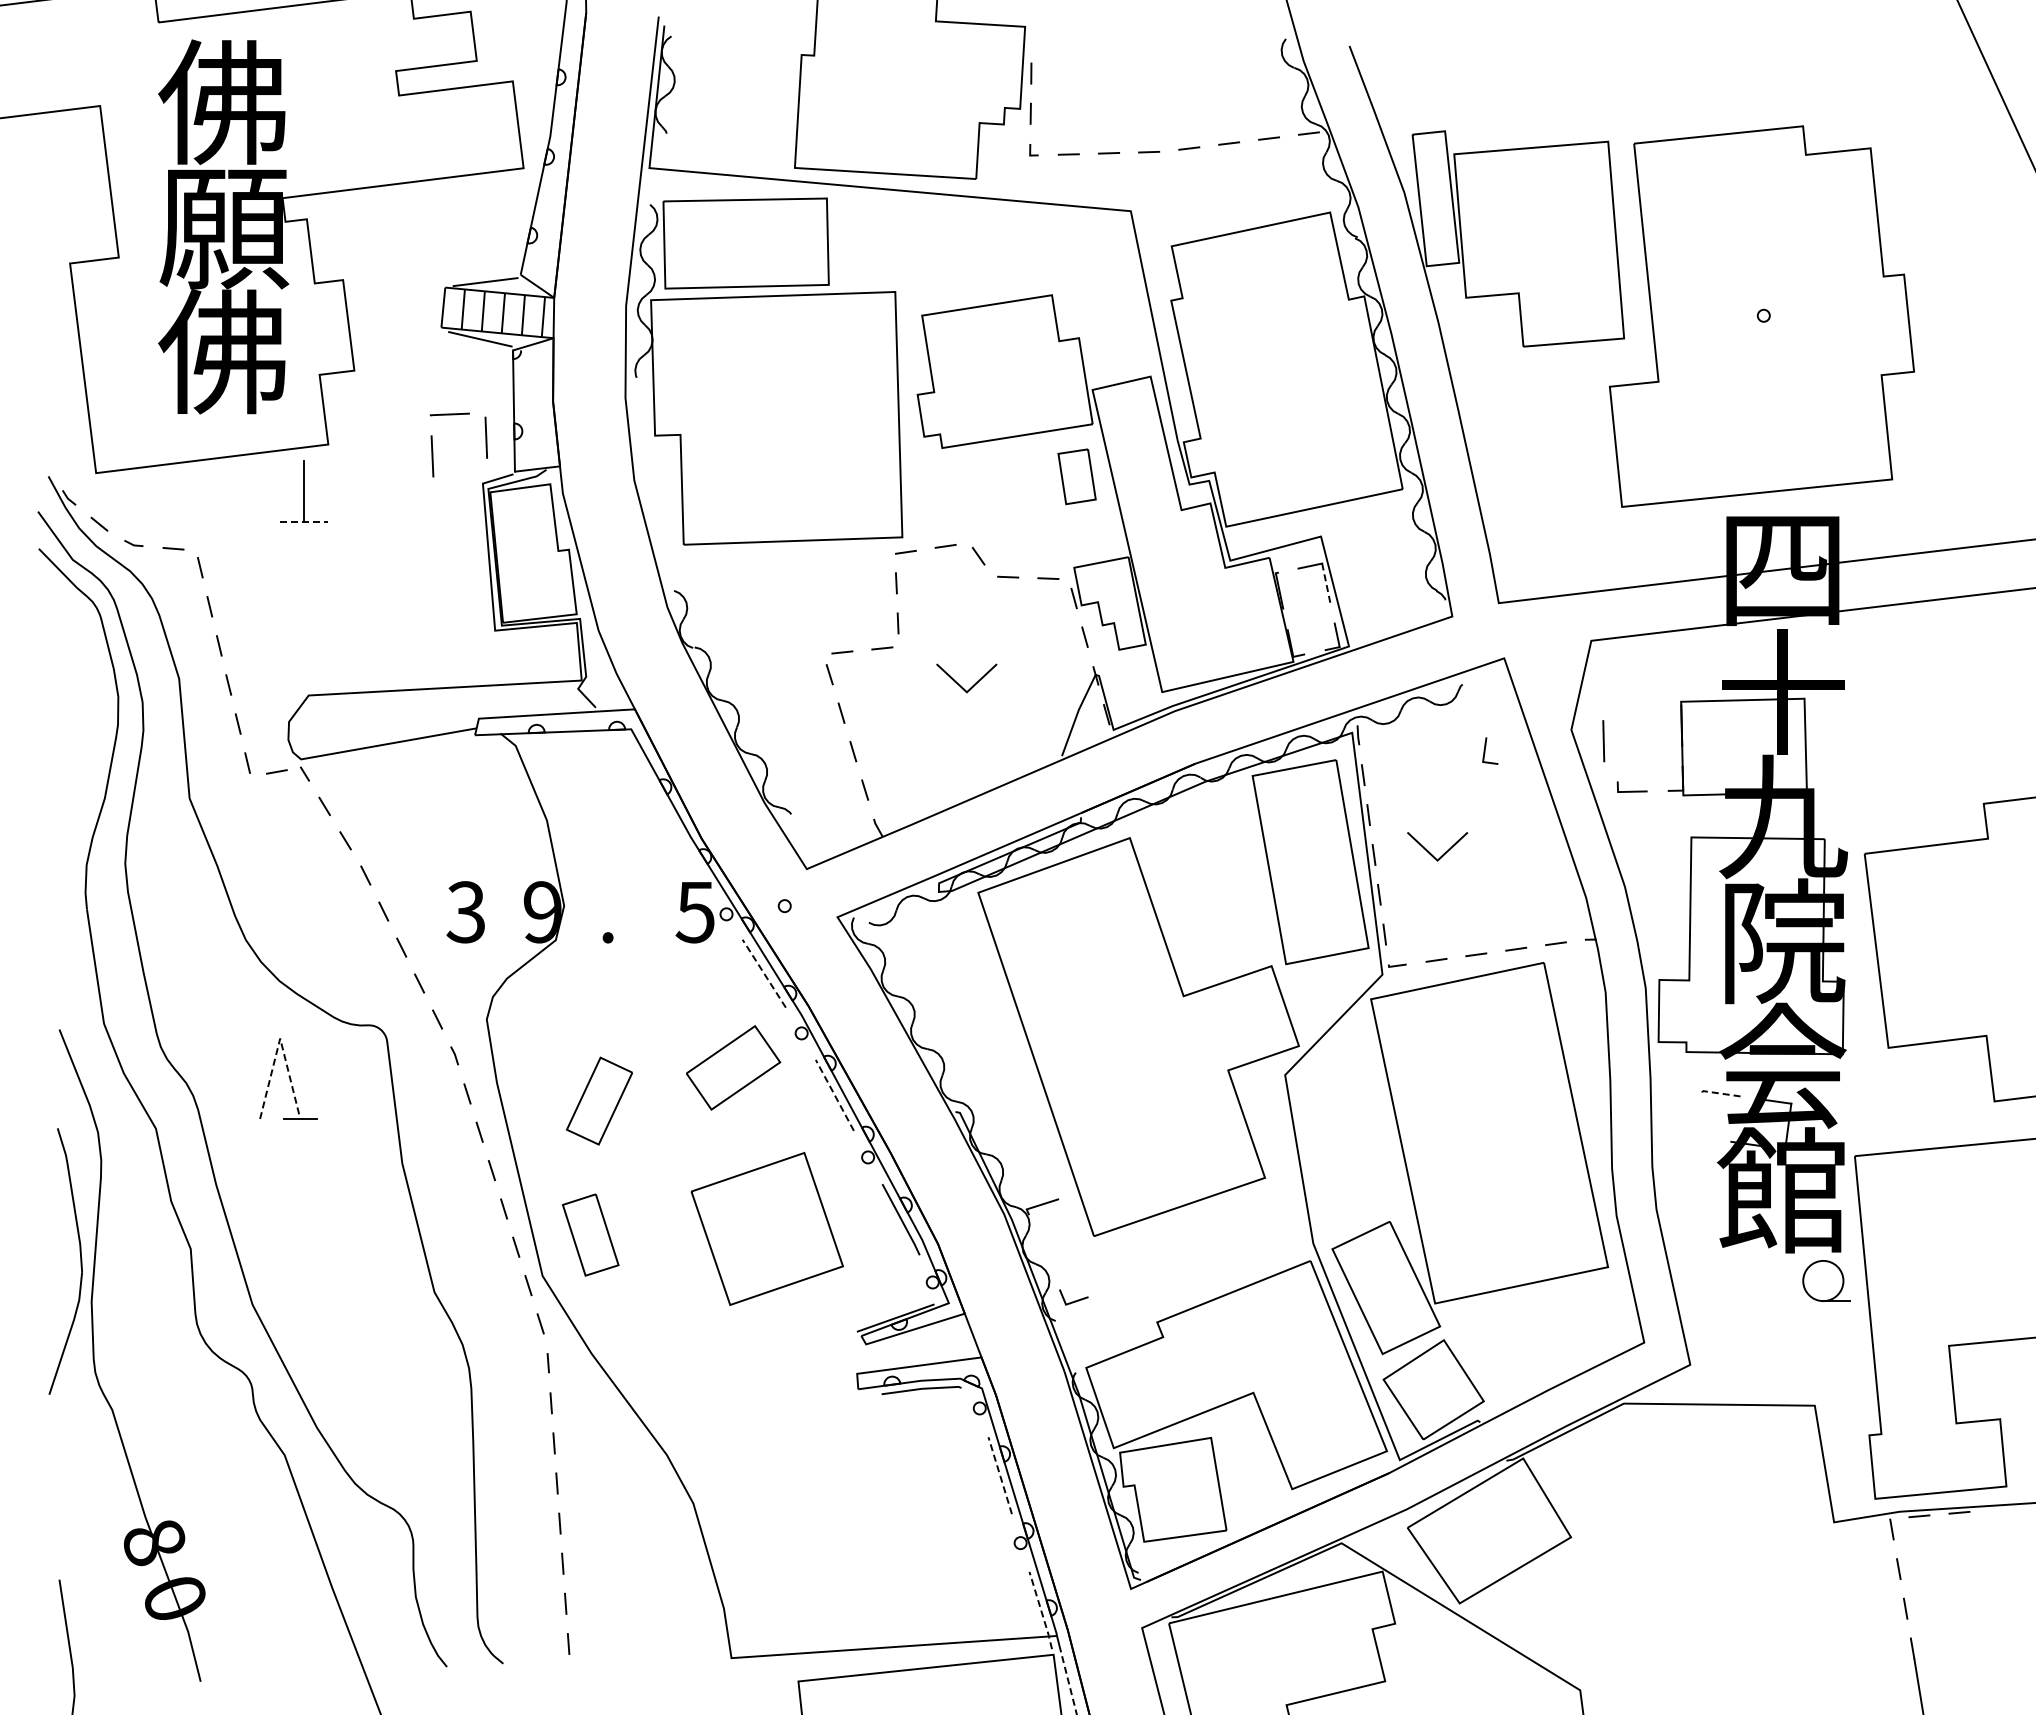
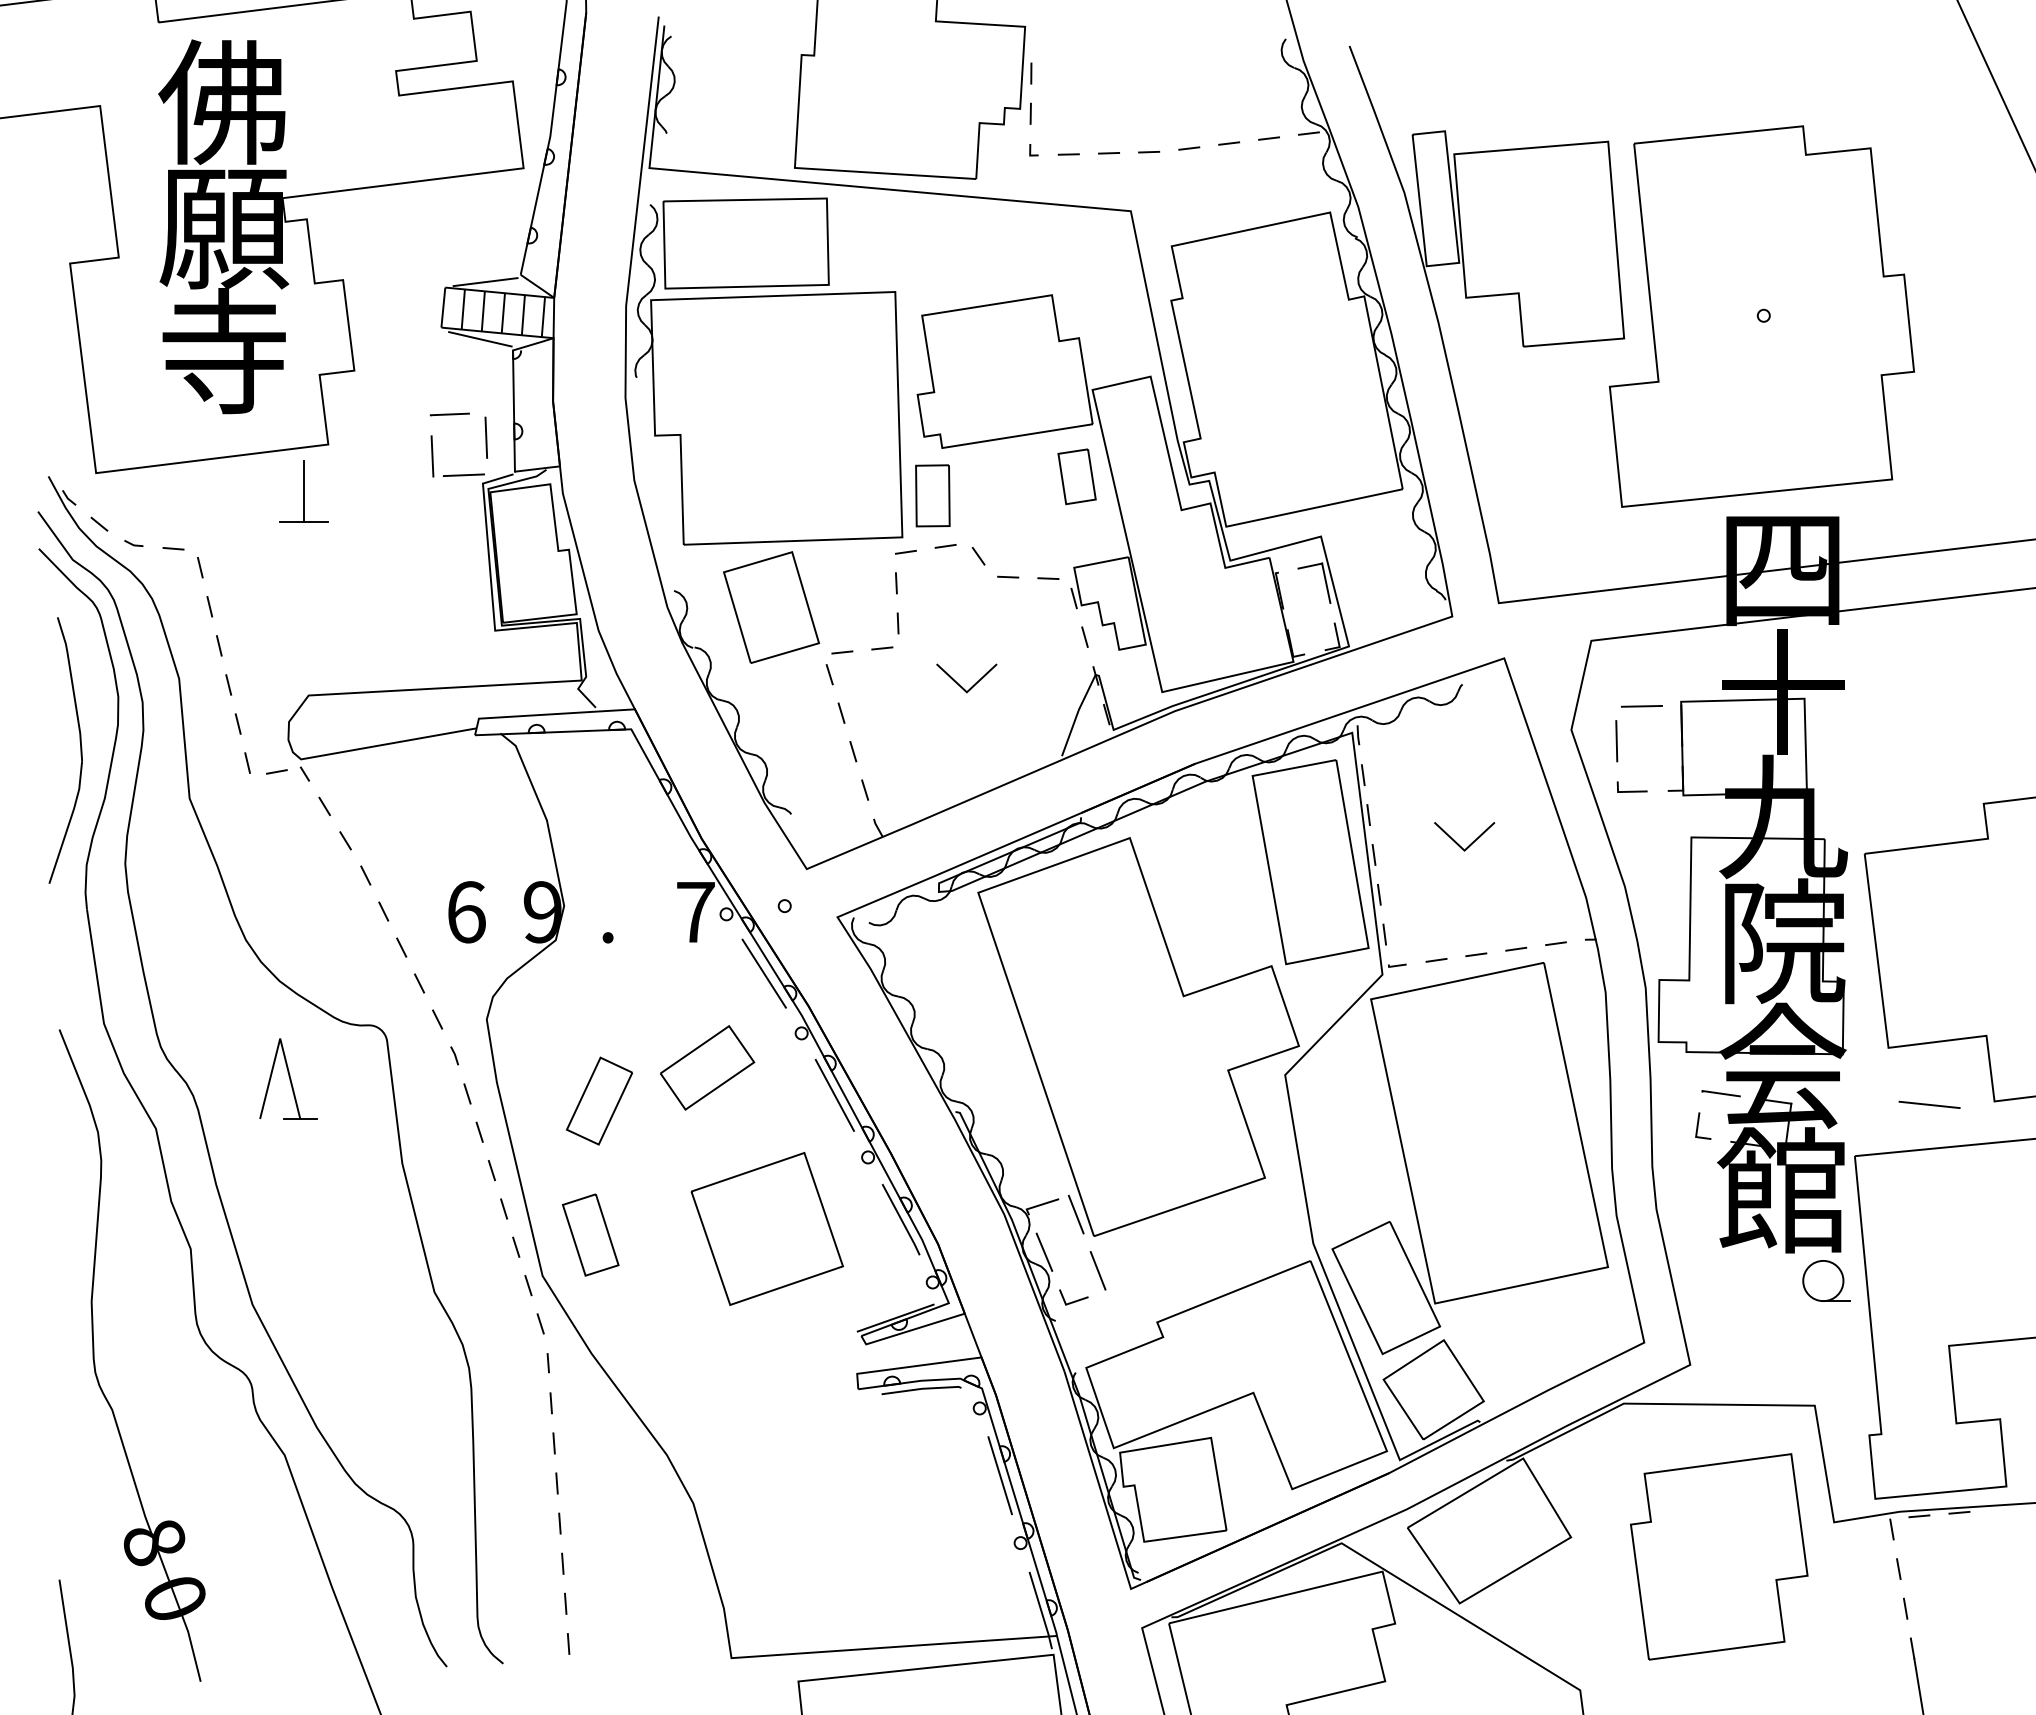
text at (221, 351): 佛 -> 寺
line at (463, 475): none -> present
part at (932, 495): none -> present
line at (304, 521): dashed -> solid
line at (1326, 583): dashed -> solid
part at (771, 607): none -> present
line at (1641, 705): none -> present
line at (1603, 741) position: (1603, 741) -> (1616, 741)
line at (1485, 750) position: (1485, 750) -> (1698, 1125)
line at (1430, 852) position: (1430, 852) -> (1457, 842)
text at (465, 912): 3 -> 6
text at (694, 912): 5 -> 7
line at (764, 973): dashed -> solid
line at (280, 1038): dashed -> solid
part at (733, 1067) position: (733, 1067) -> (707, 1067)
line at (1720, 1093): dashed -> solid
line at (834, 1094): dashed -> solid
line at (1929, 1104): none -> present
line at (1075, 1214): none -> present
line at (1044, 1251): none -> present
part at (80, 1261) position: (80, 1261) -> (80, 750)
line at (1097, 1270): none -> present
line at (1000, 1475): dashed -> solid
part at (1719, 1556): none -> present
line at (1041, 1611): dashed -> solid
line at (1068, 1680): dashed -> solid
